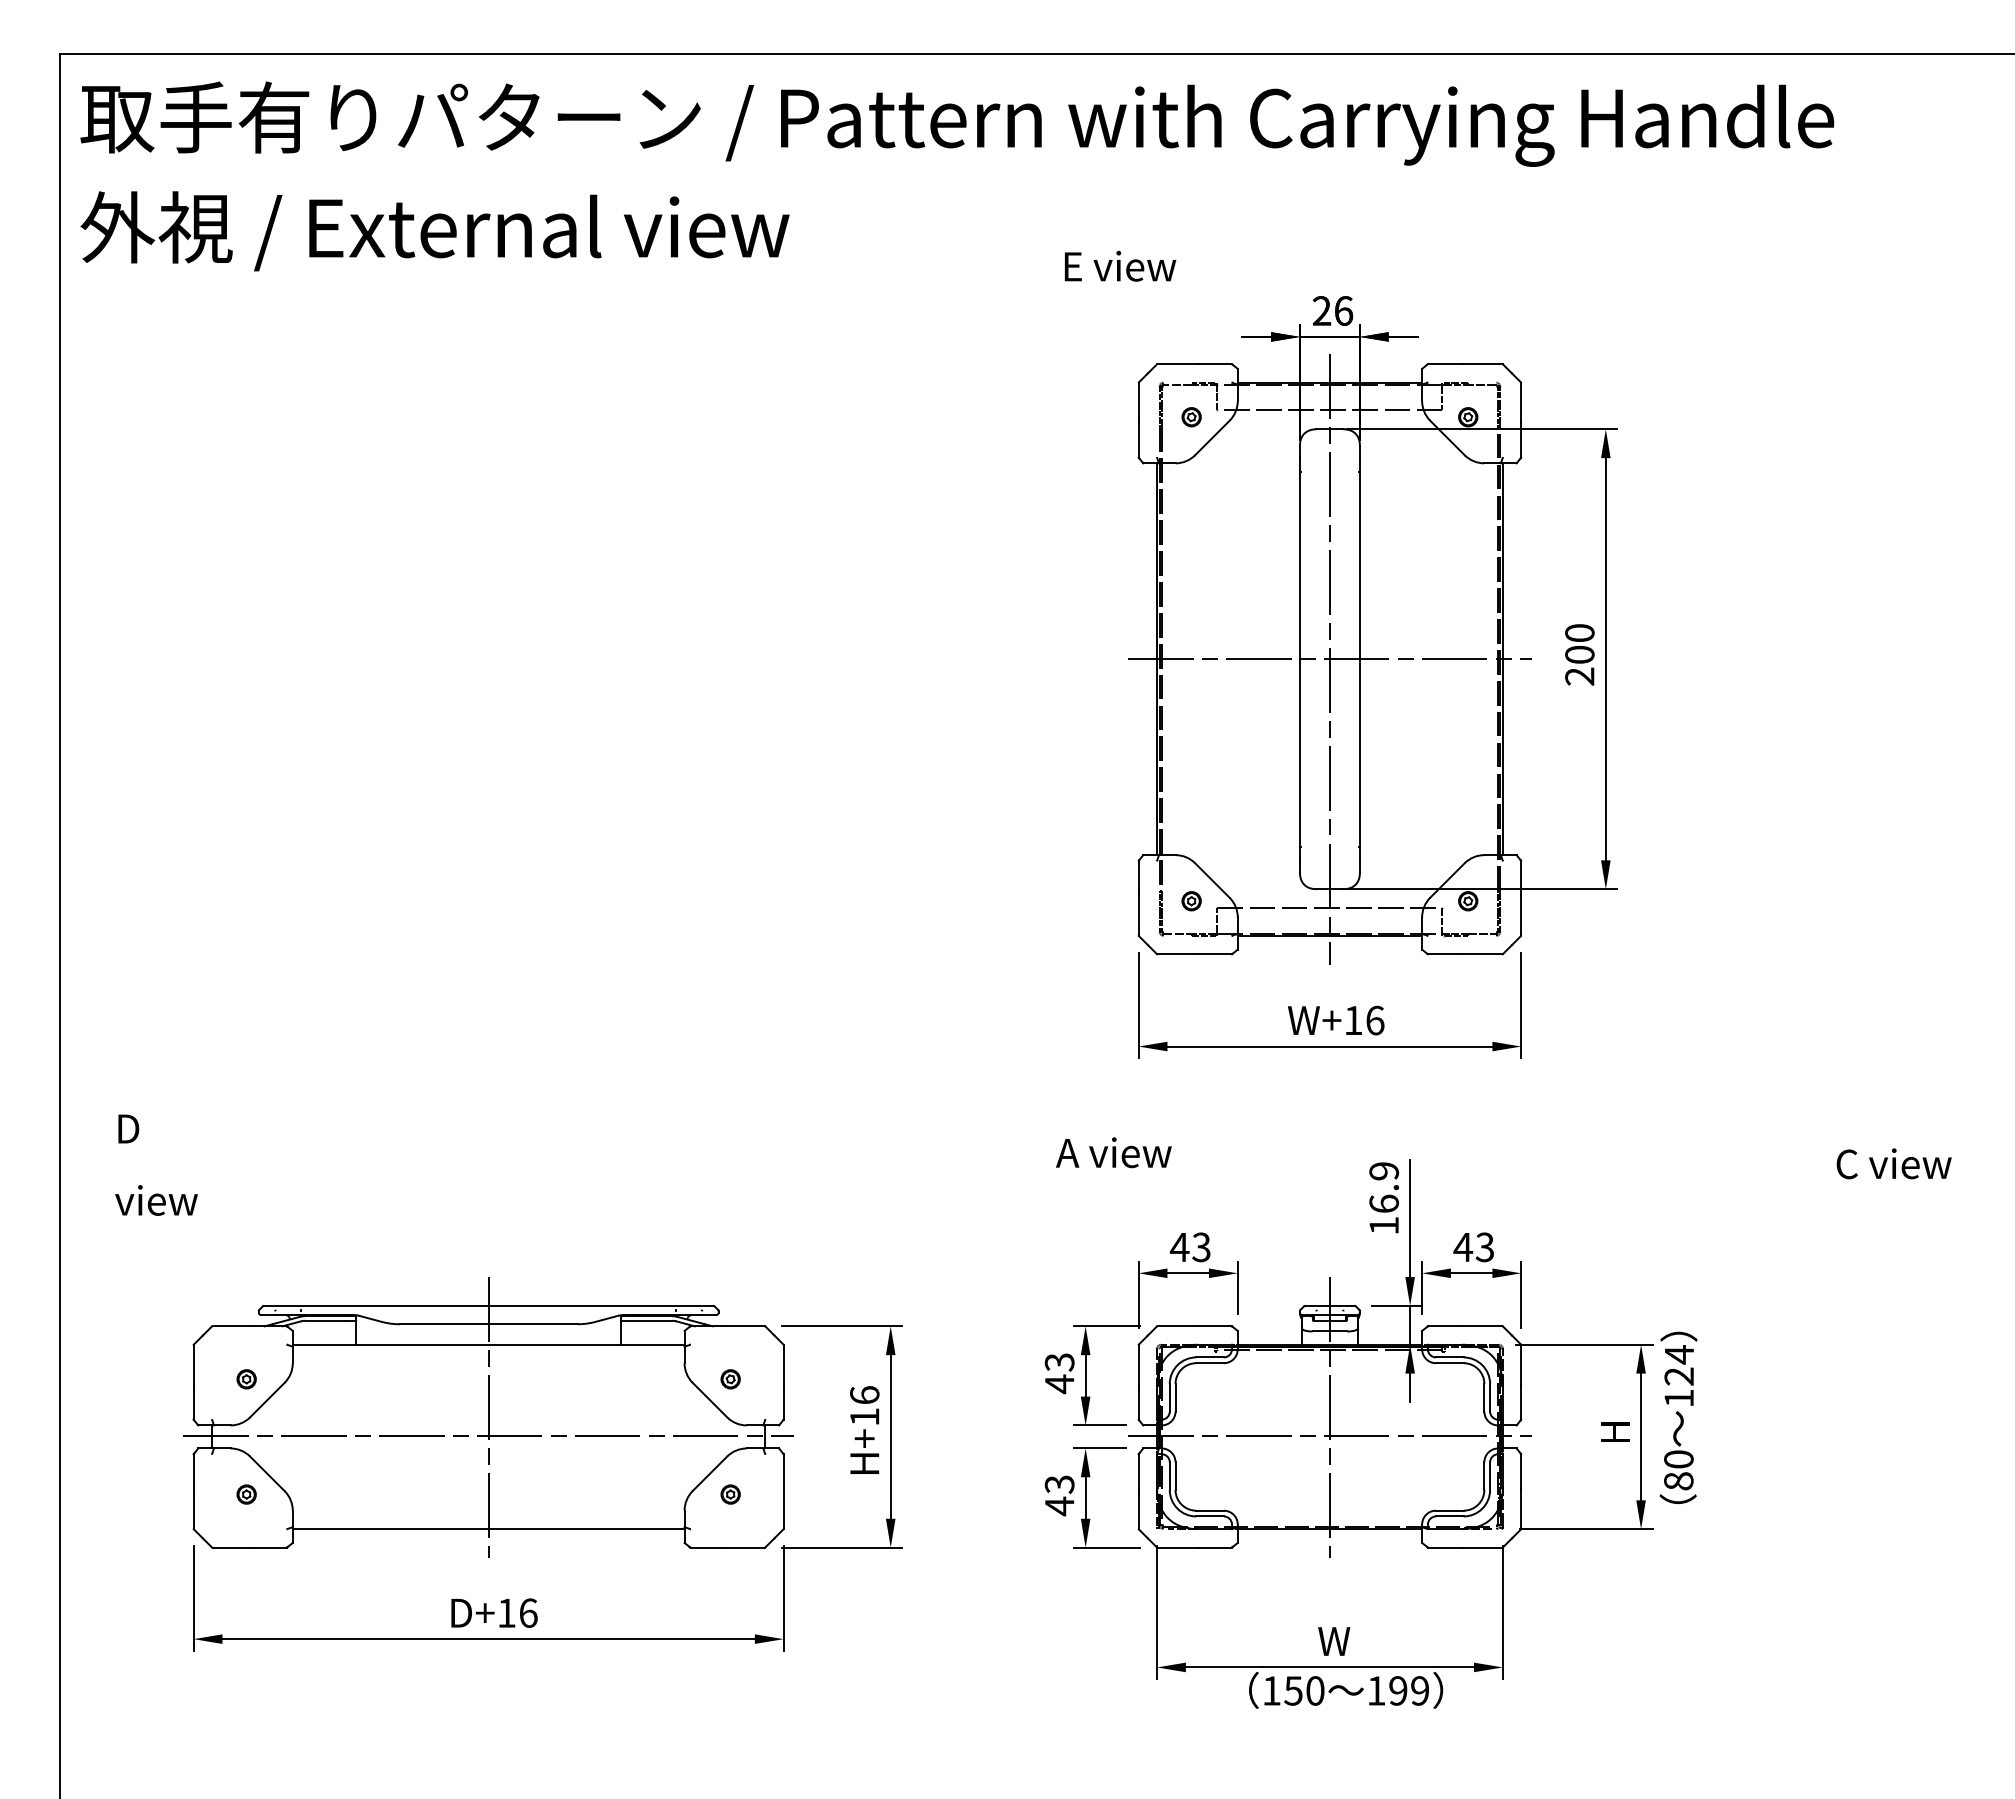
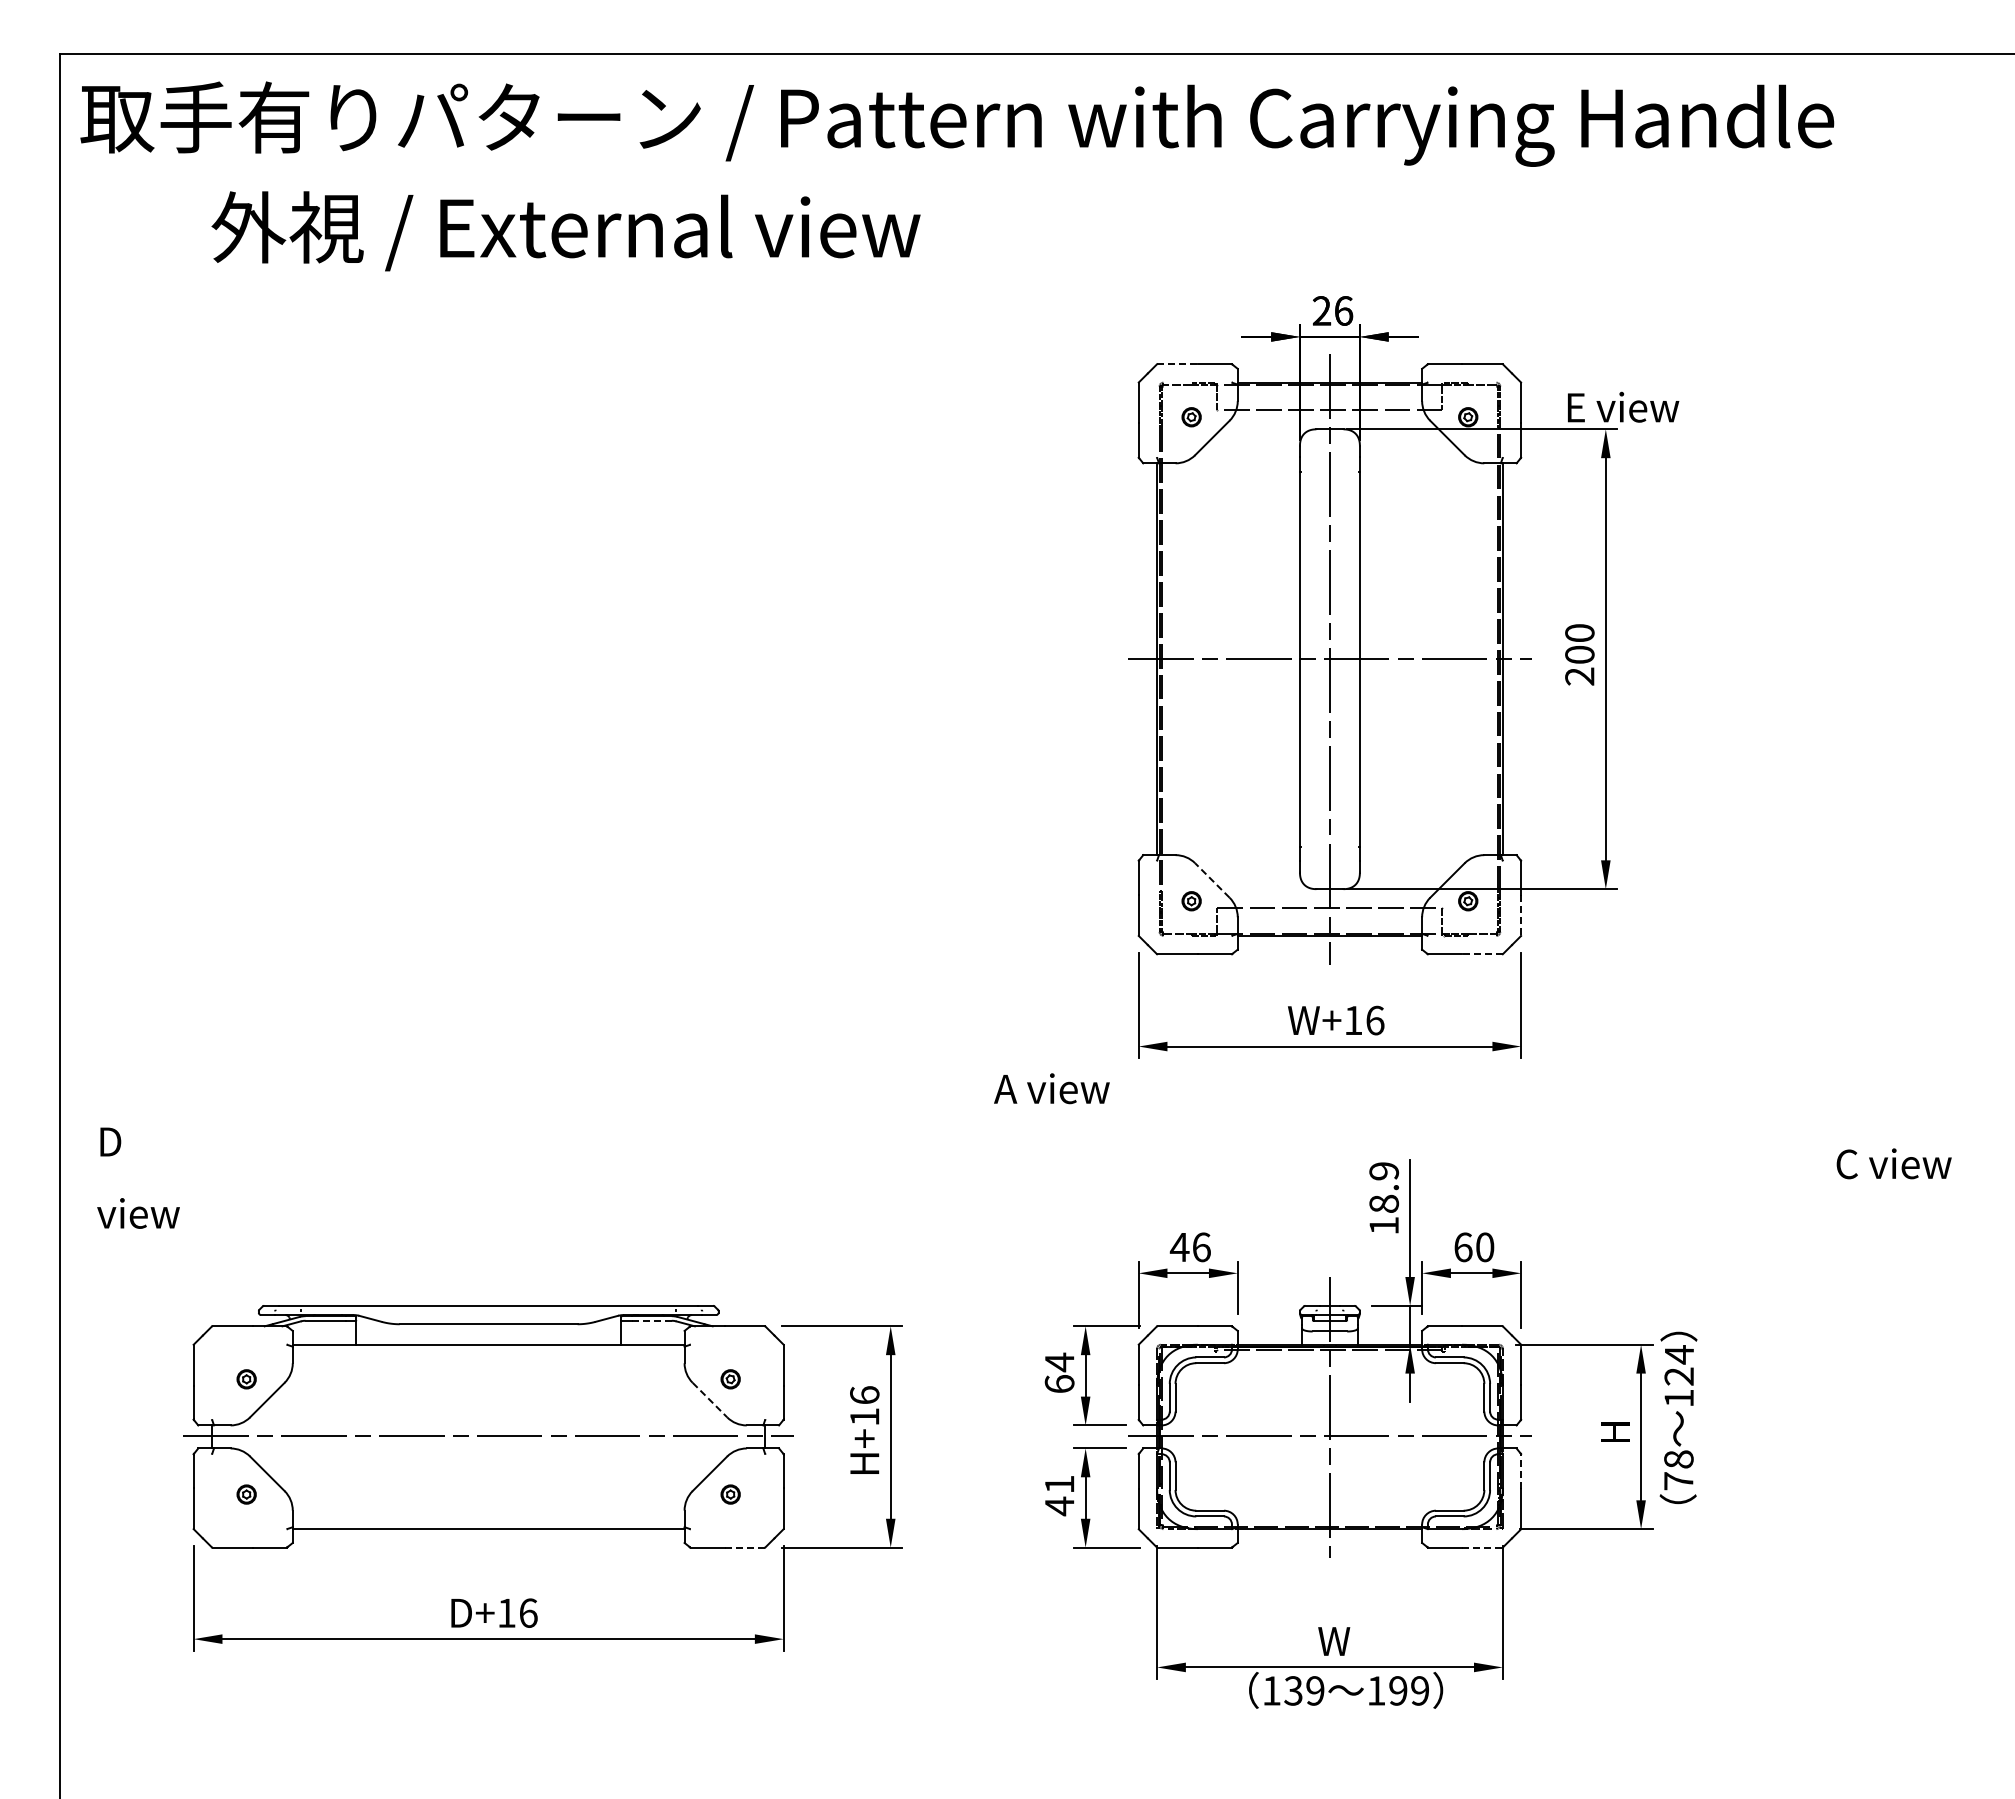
text at (434, 231) position: (434, 231) -> (565, 231)
text at (1120, 265) position: (1120, 265) -> (1623, 406)
line at (1177, 364): solid -> dashed
line at (1212, 880): solid -> dashed
line at (1521, 915): solid -> dashed
line at (1481, 954): solid -> dashed
text at (1113, 1152) position: (1113, 1152) -> (1051, 1088)
text at (156, 1164) position: (156, 1164) -> (138, 1177)
text at (1383, 1203): 16.9 -> 18.9
text at (1201, 1247): 43 -> 46
text at (1473, 1247): 43 -> 60
line at (651, 1320): solid -> dashed
text at (1059, 1373): 43 -> 64
line at (710, 1400): solid -> dashed
line at (488, 1417): present -> none
text at (1678, 1470): 80 -> 78
line at (1521, 1471): solid -> dashed
text at (1059, 1484): 43 -> 41
line at (744, 1547): solid -> dashed
line at (1482, 1547): solid -> dashed
text at (1304, 1690): 150 -> 139
